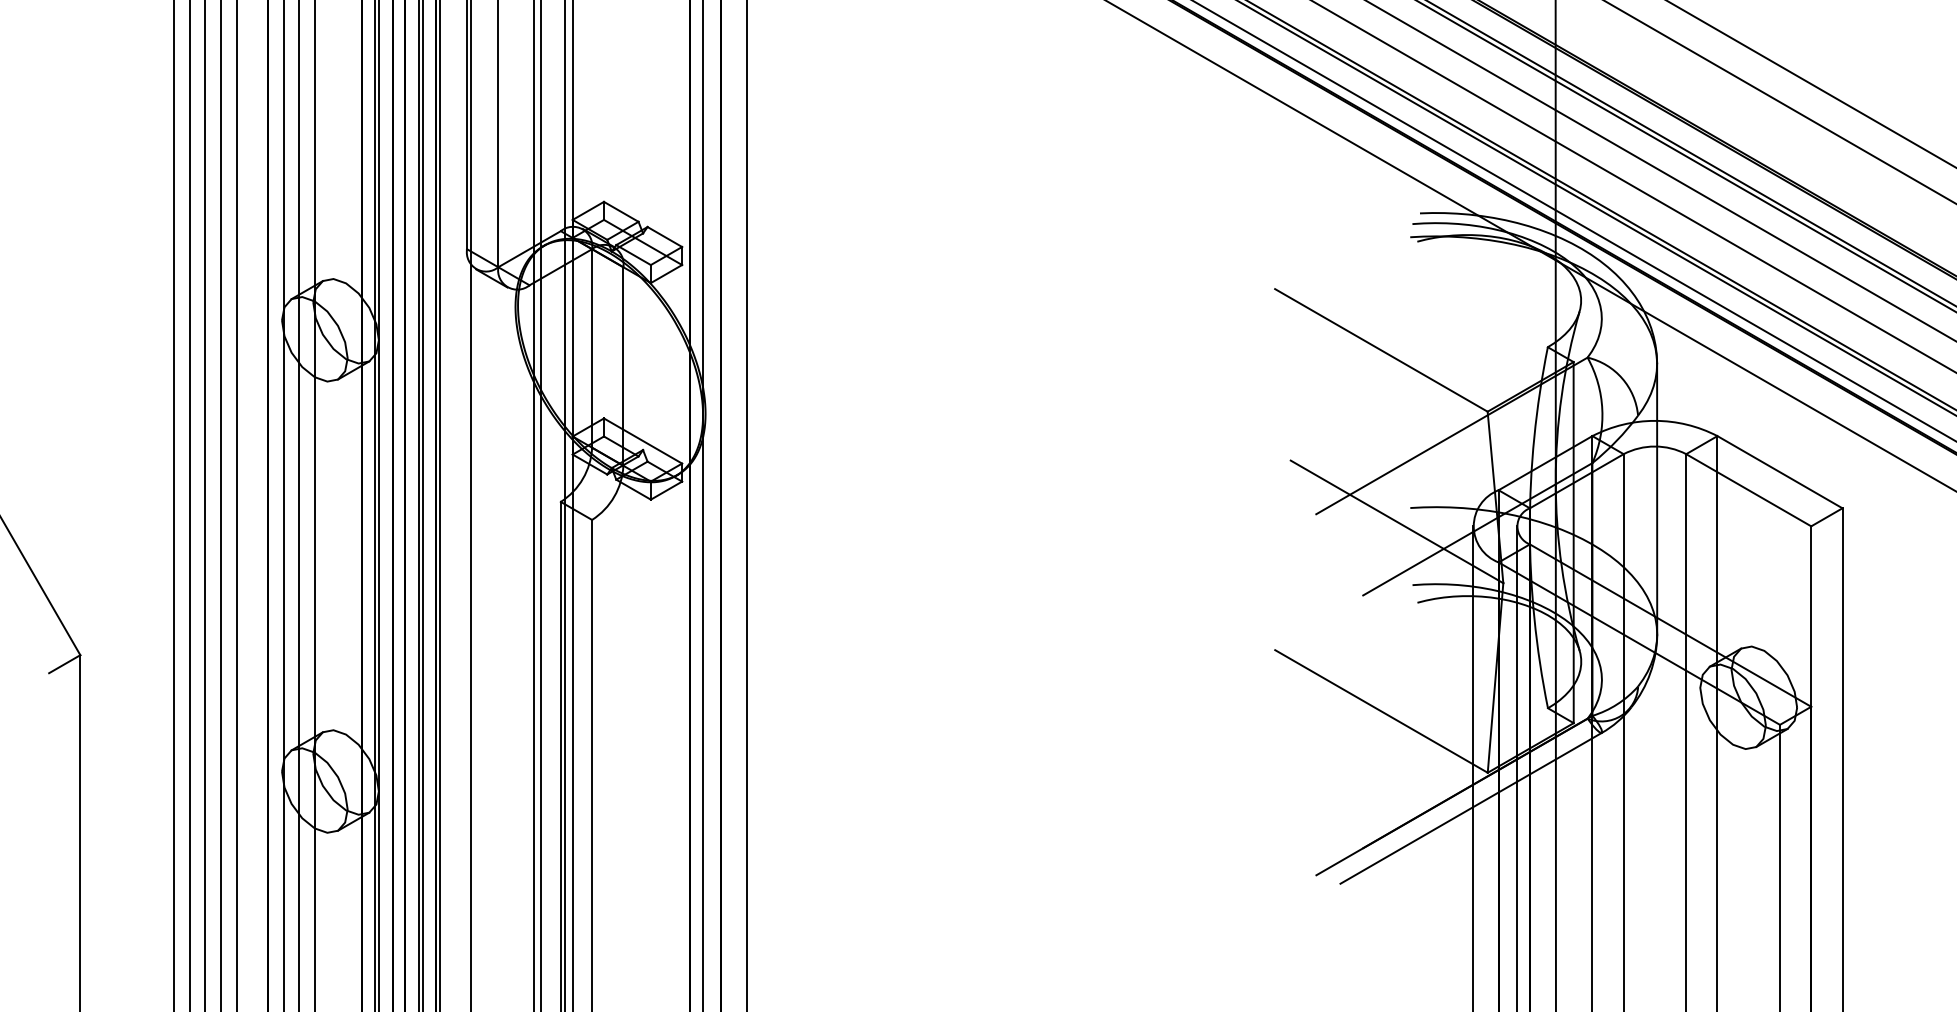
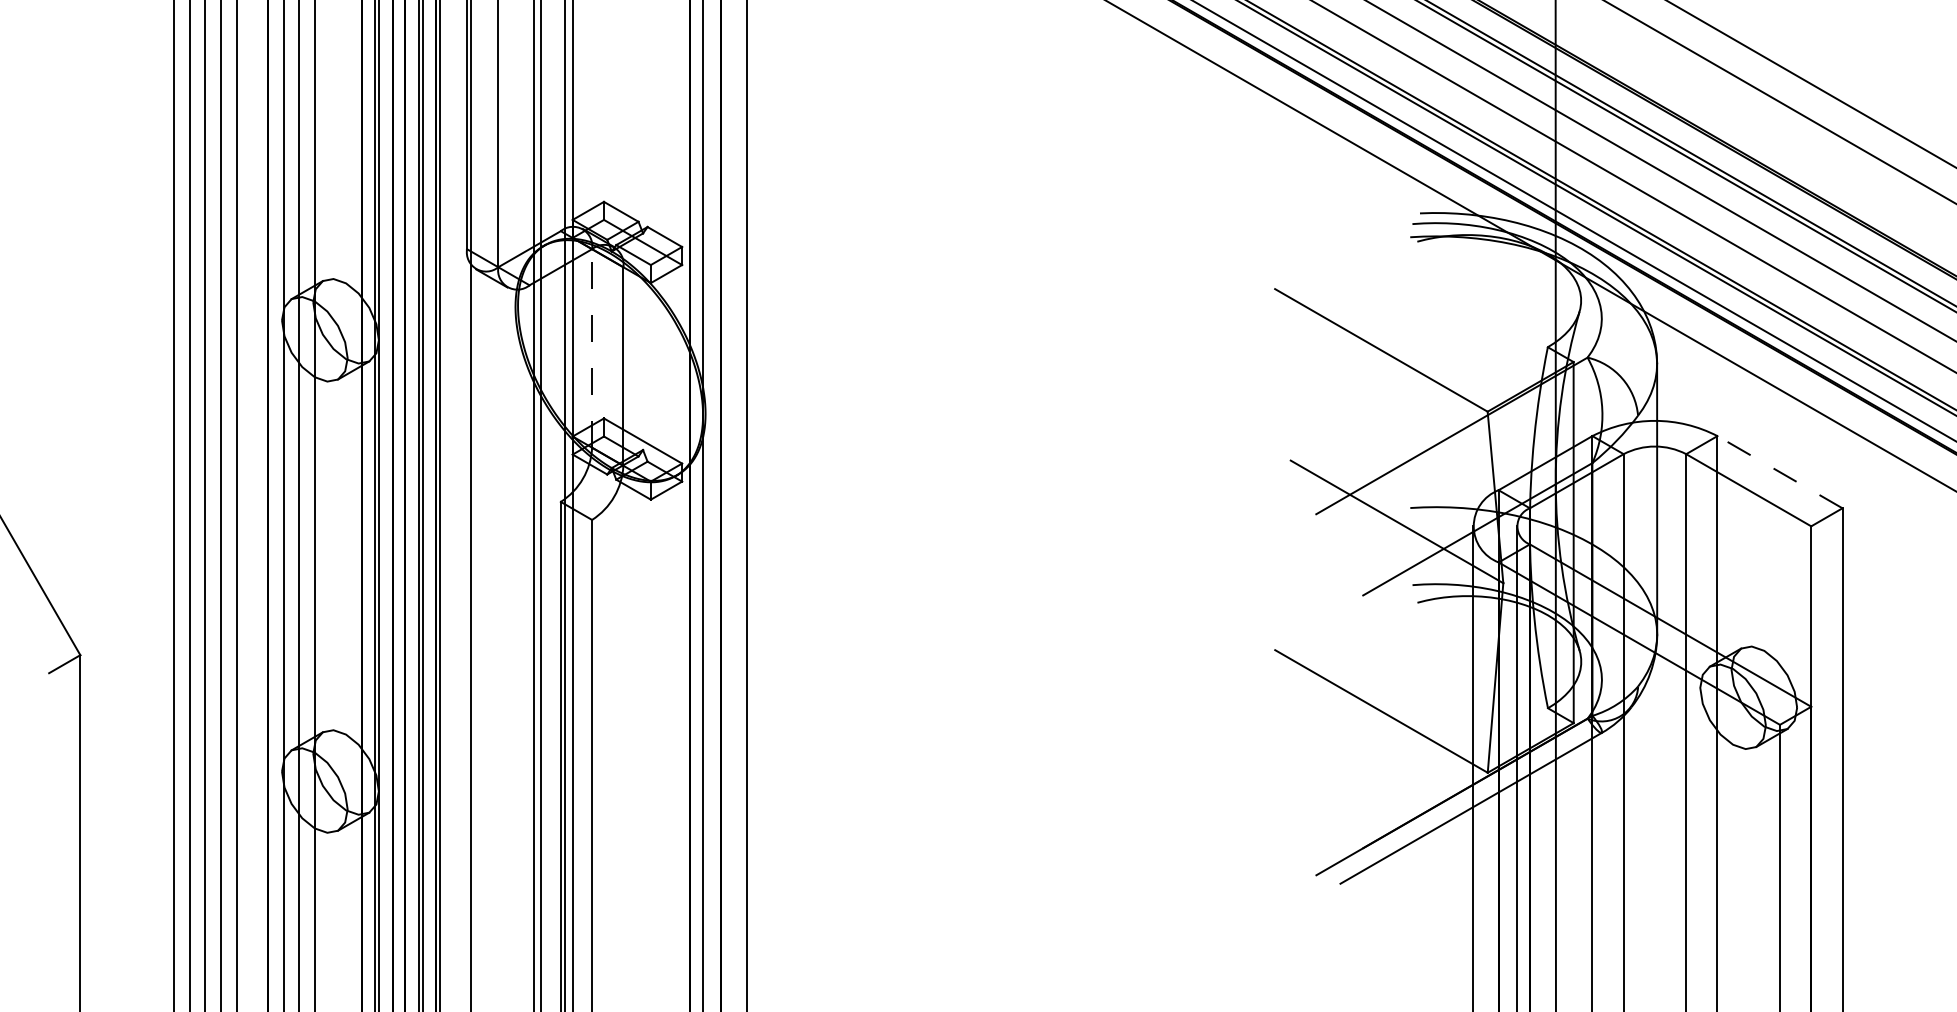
line at (592, 347): solid -> dashed
line at (1779, 471): solid -> dashed
